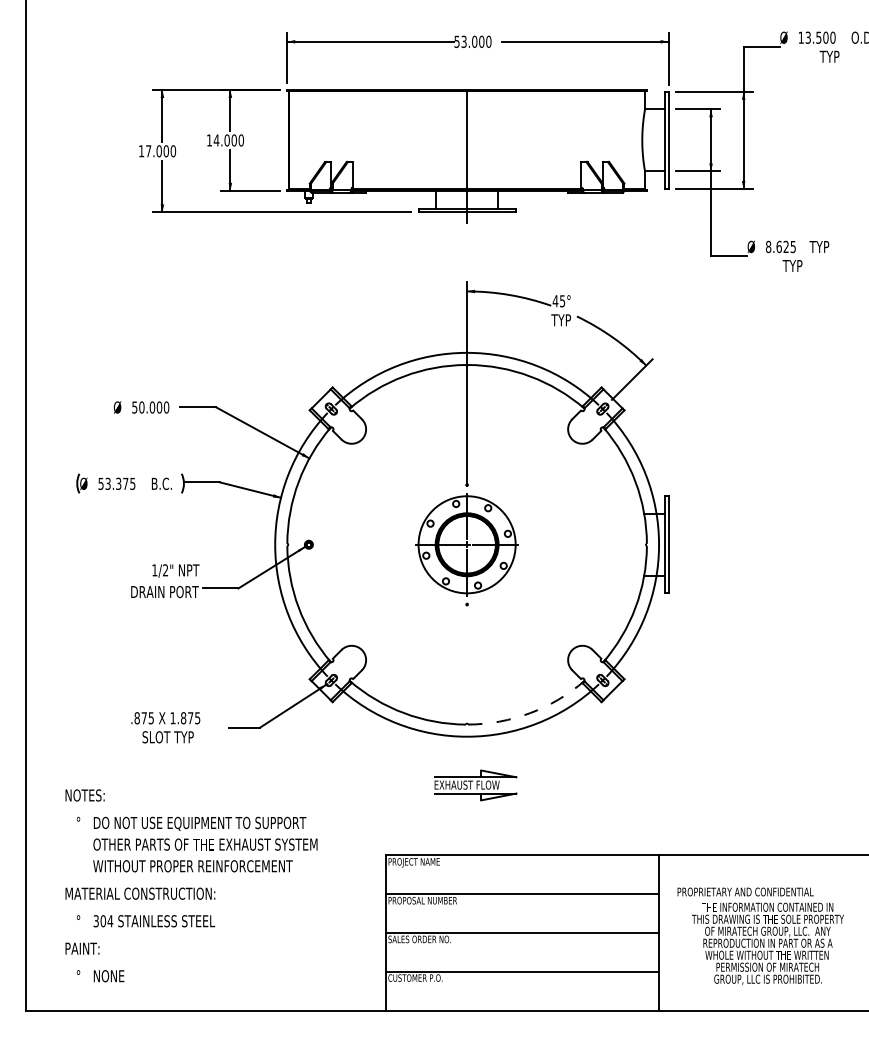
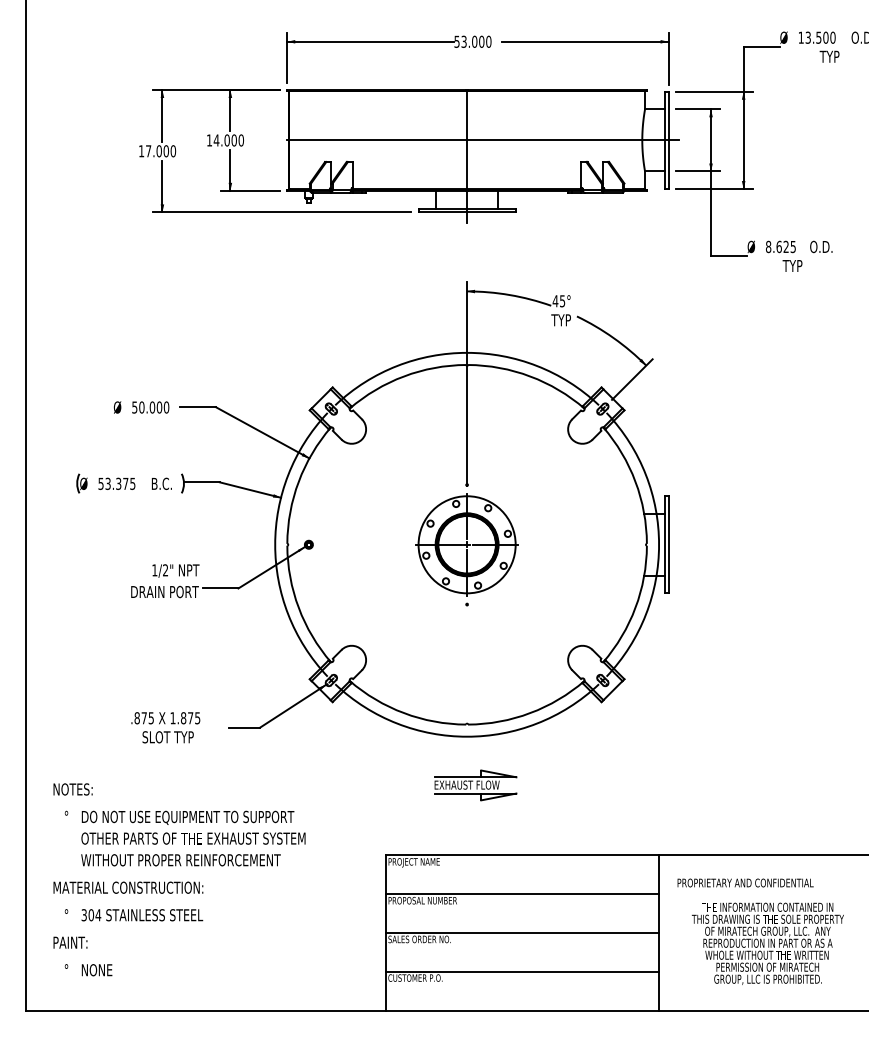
line at (483, 140): none -> present
text at (820, 246): TYP -> O.D.
arc at (530, 713): dashed -> solid
text at (191, 885) position: (191, 885) -> (179, 879)
text at (745, 891) position: (745, 891) -> (745, 882)
